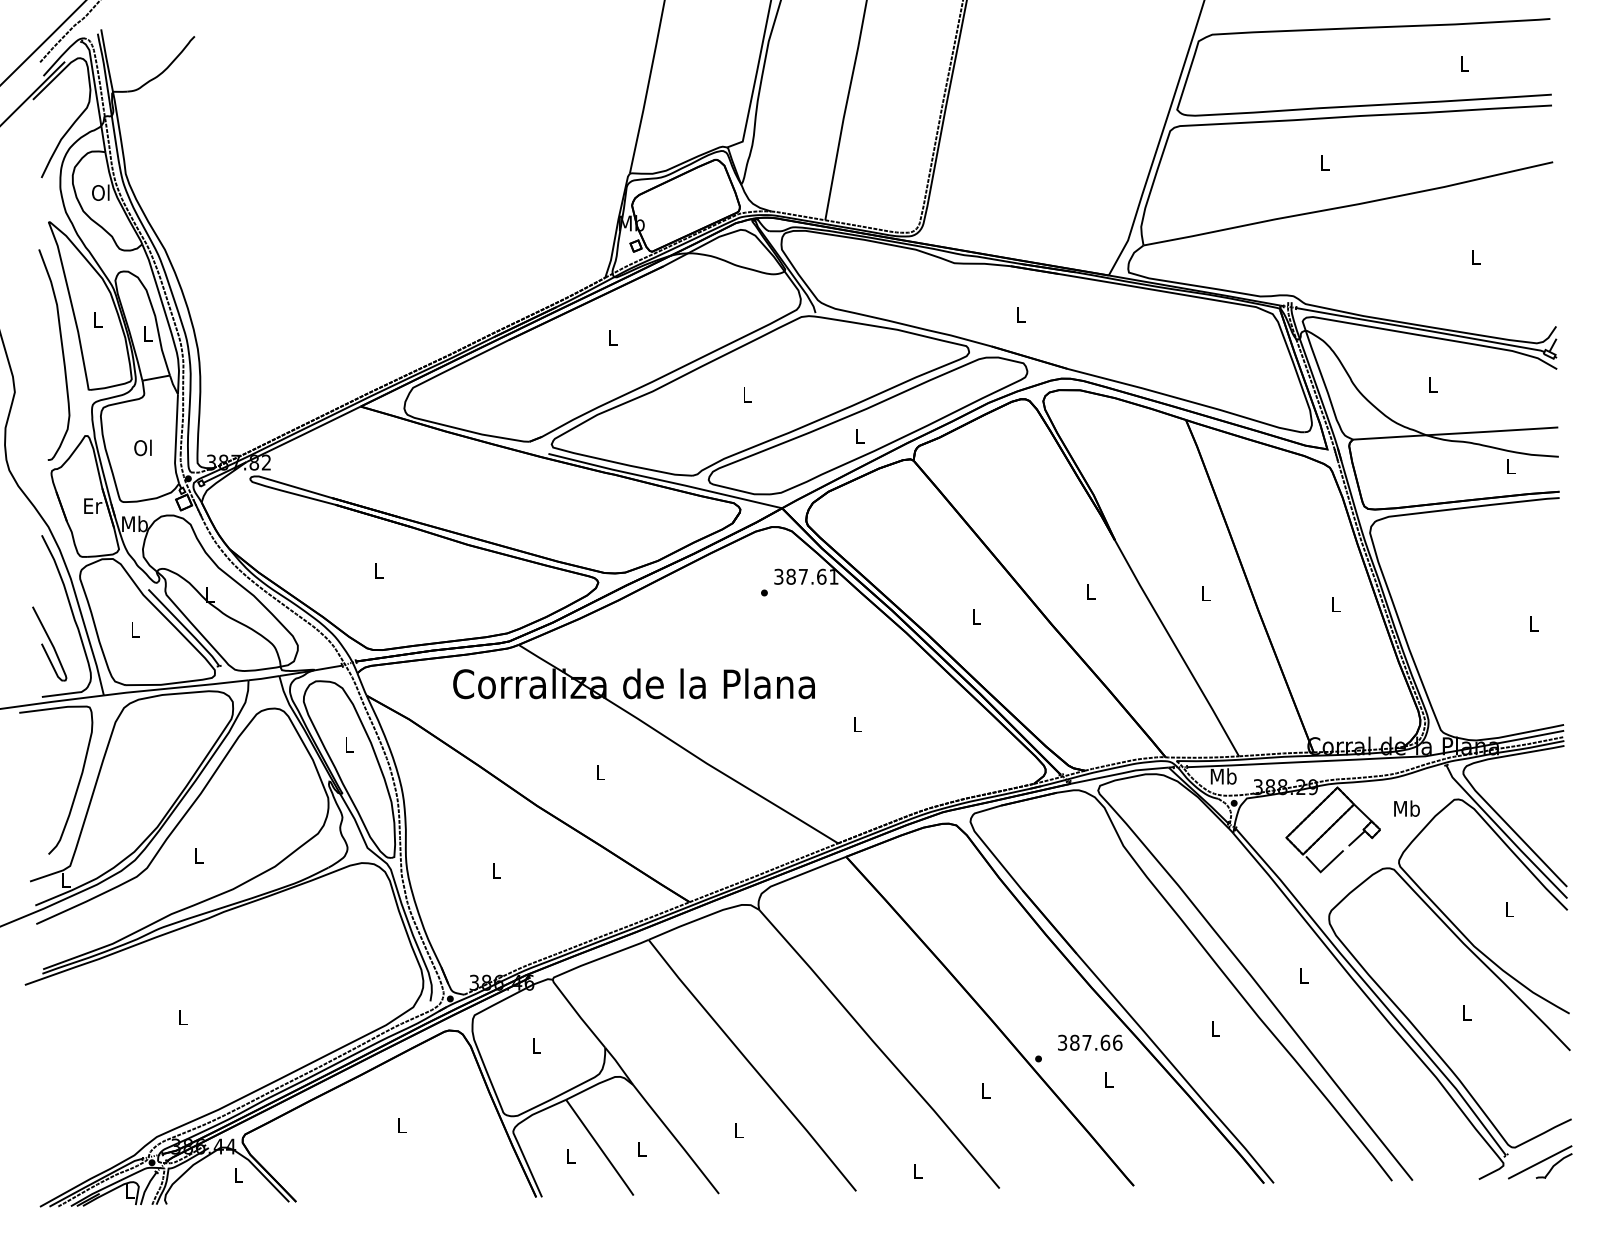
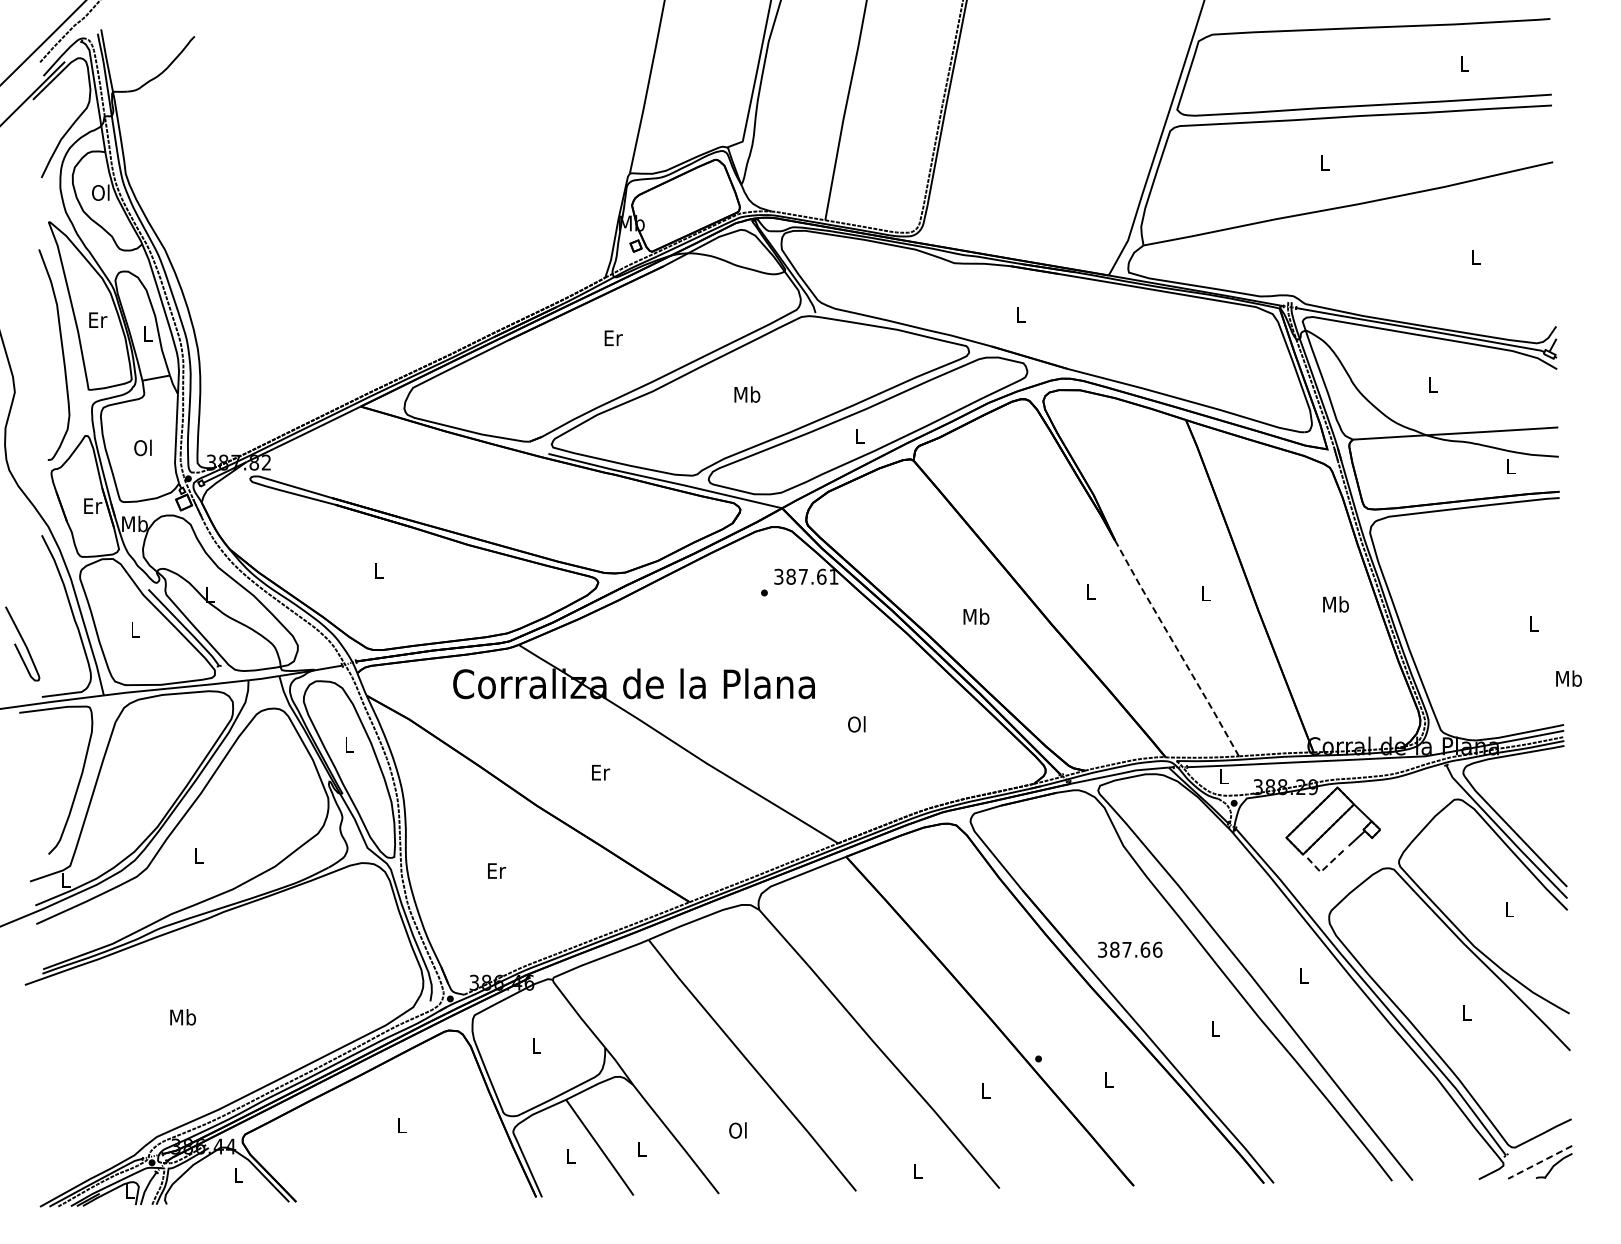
text at (98, 319): L -> Er
text at (613, 337): L -> Er
text at (747, 394): L -> Mb
text at (1335, 604): L -> Mb
text at (976, 616): L -> Mb
part at (49, 643) position: (49, 643) -> (22, 643)
line at (1176, 647): solid -> dashed
text at (856, 724): L -> Ol
text at (601, 772): L -> Er
text at (1223, 776): Mb -> L
text at (1406, 808) position: (1406, 808) -> (1568, 678)
line at (1323, 869): solid -> dashed
text at (497, 870): L -> Er
text at (183, 1017): L -> Mb
text at (1090, 1042) position: (1090, 1042) -> (1130, 949)
text at (737, 1130): L -> Ol
line at (1539, 1162): solid -> dashed
